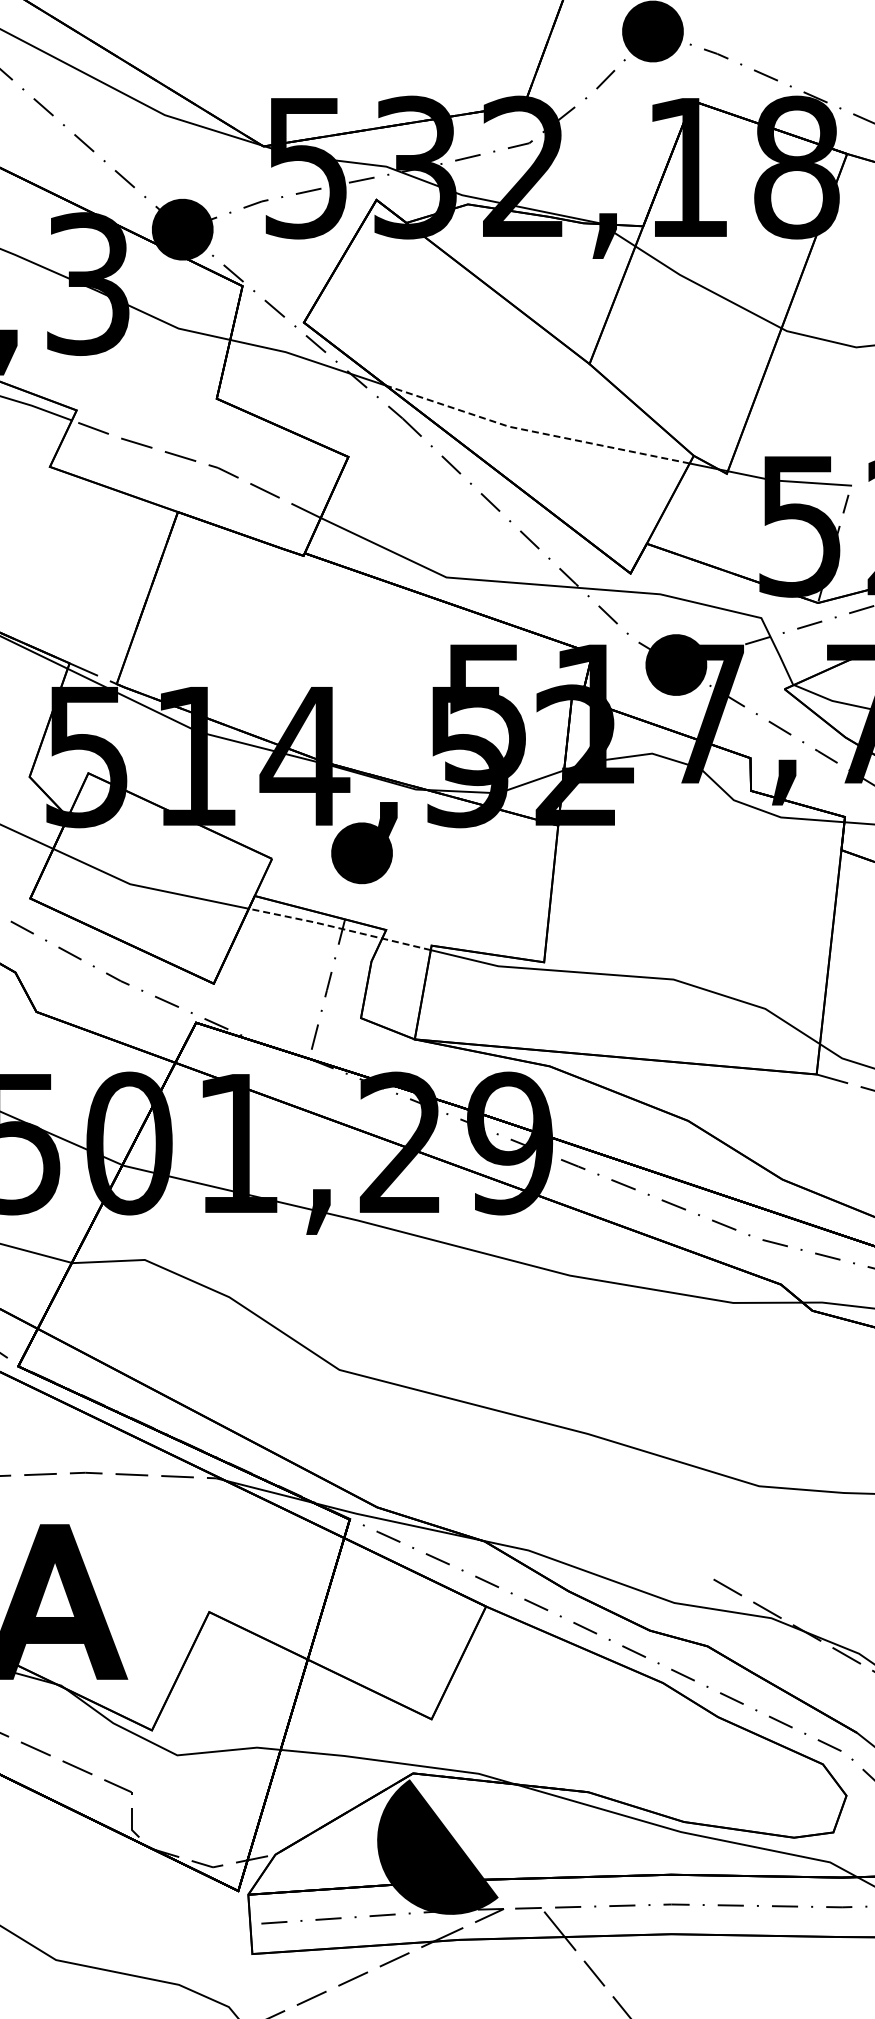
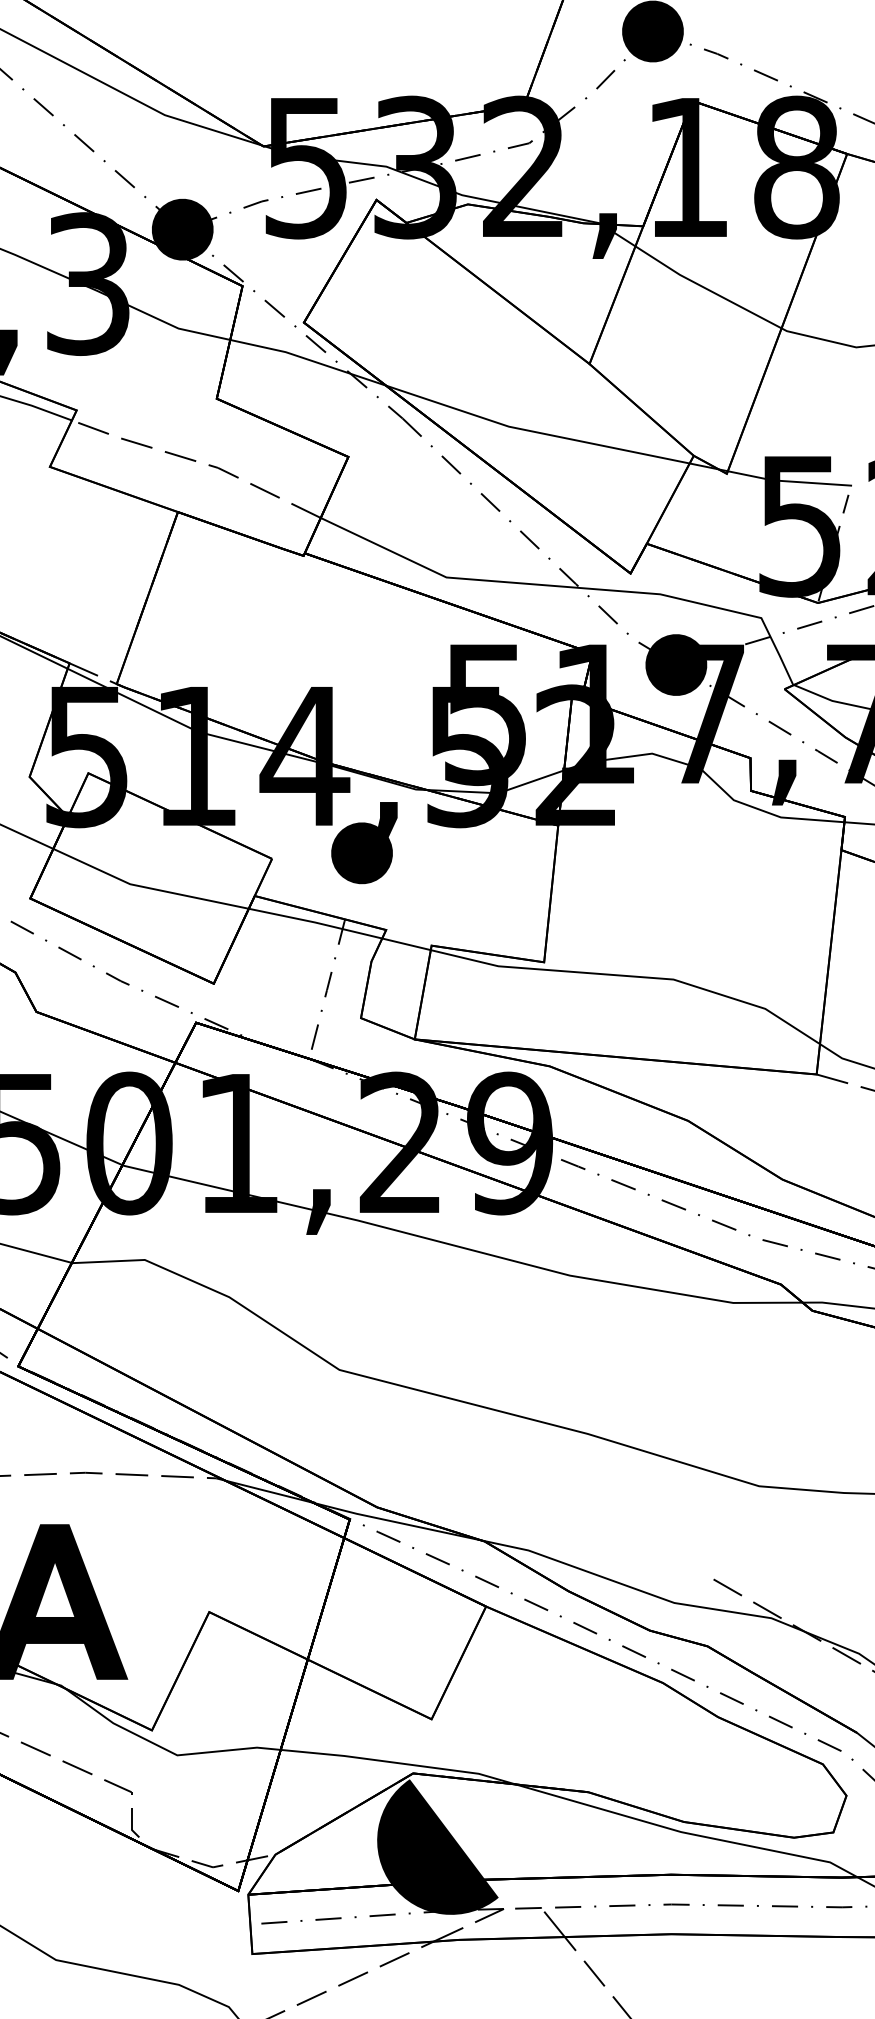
line at (535, 432): dashed -> solid
line at (339, 928): dashed -> solid
